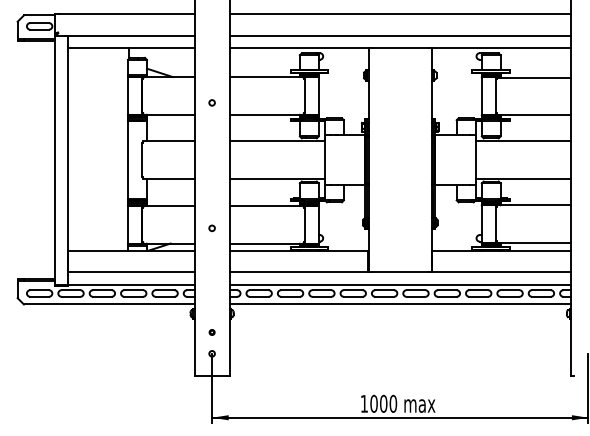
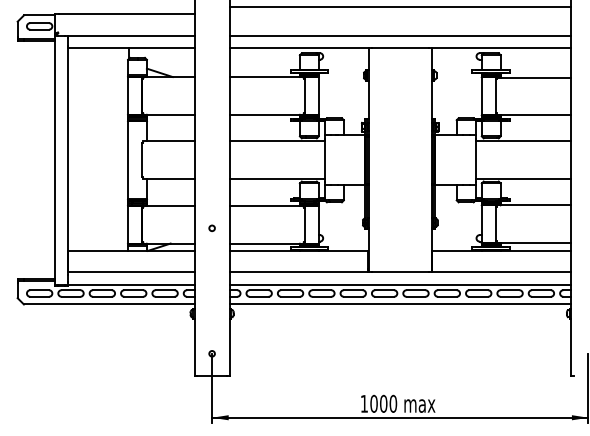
line at (399, 14) position: (399, 14) -> (399, 7)
circle at (211, 102): present -> none
part at (211, 332): present -> none
